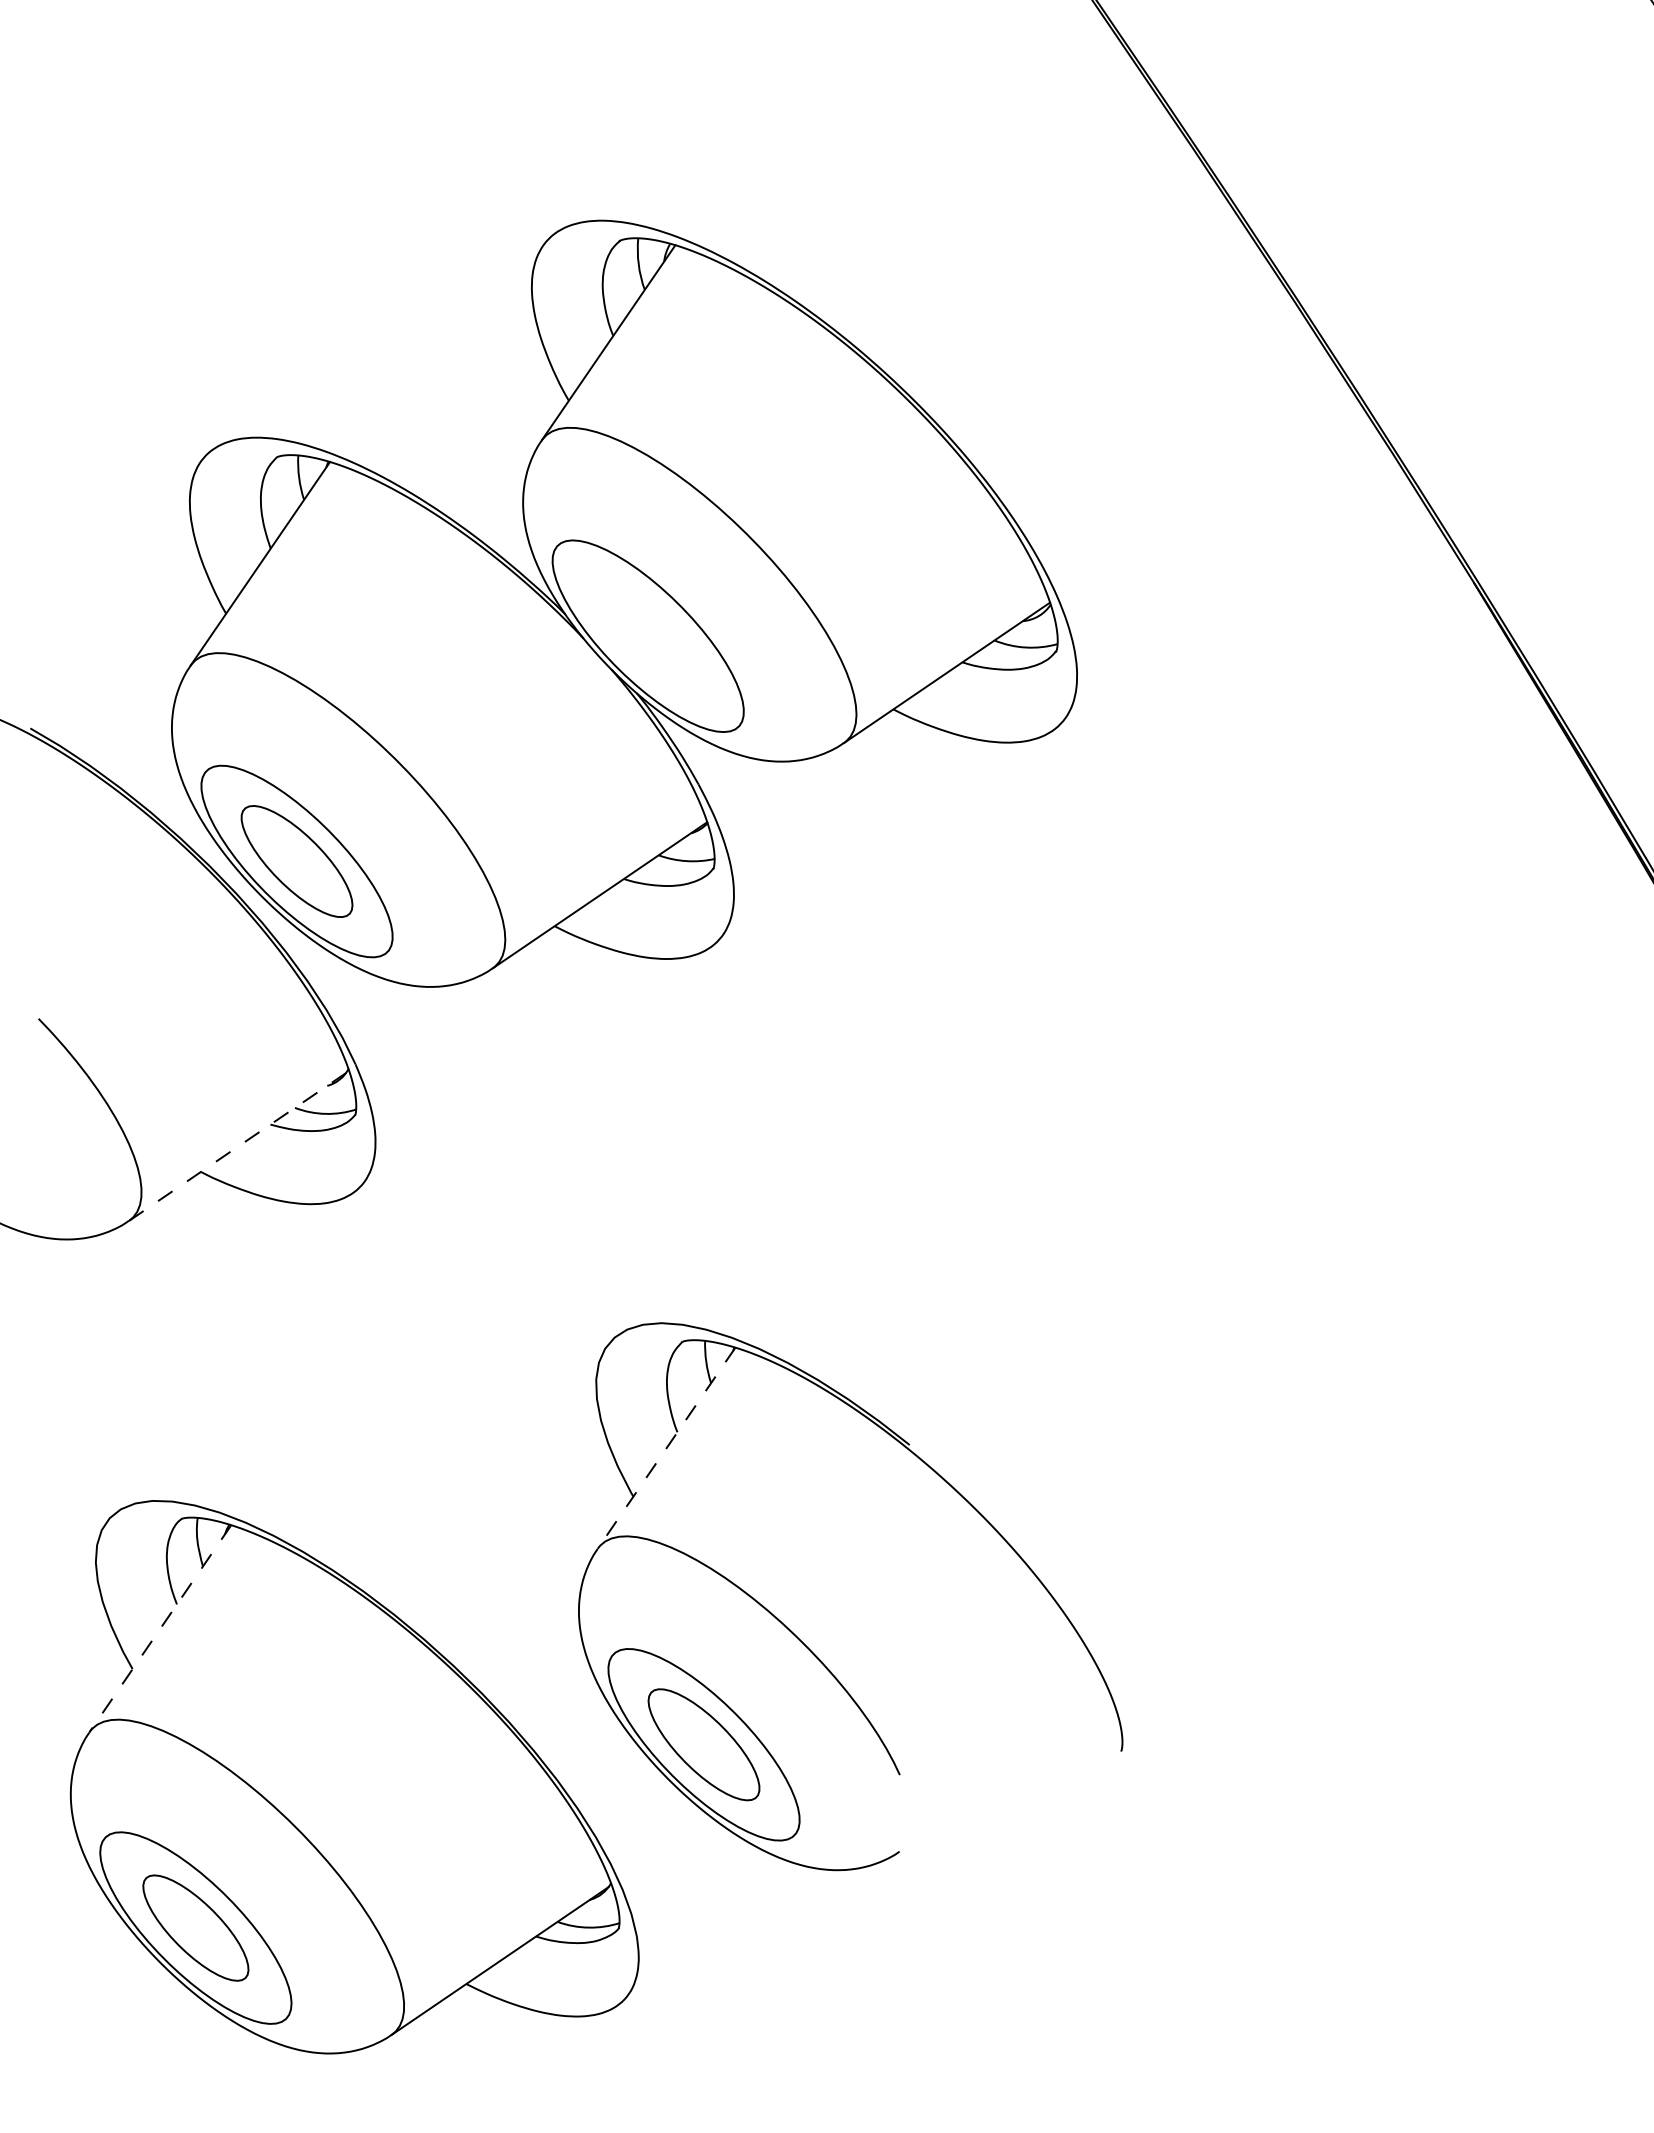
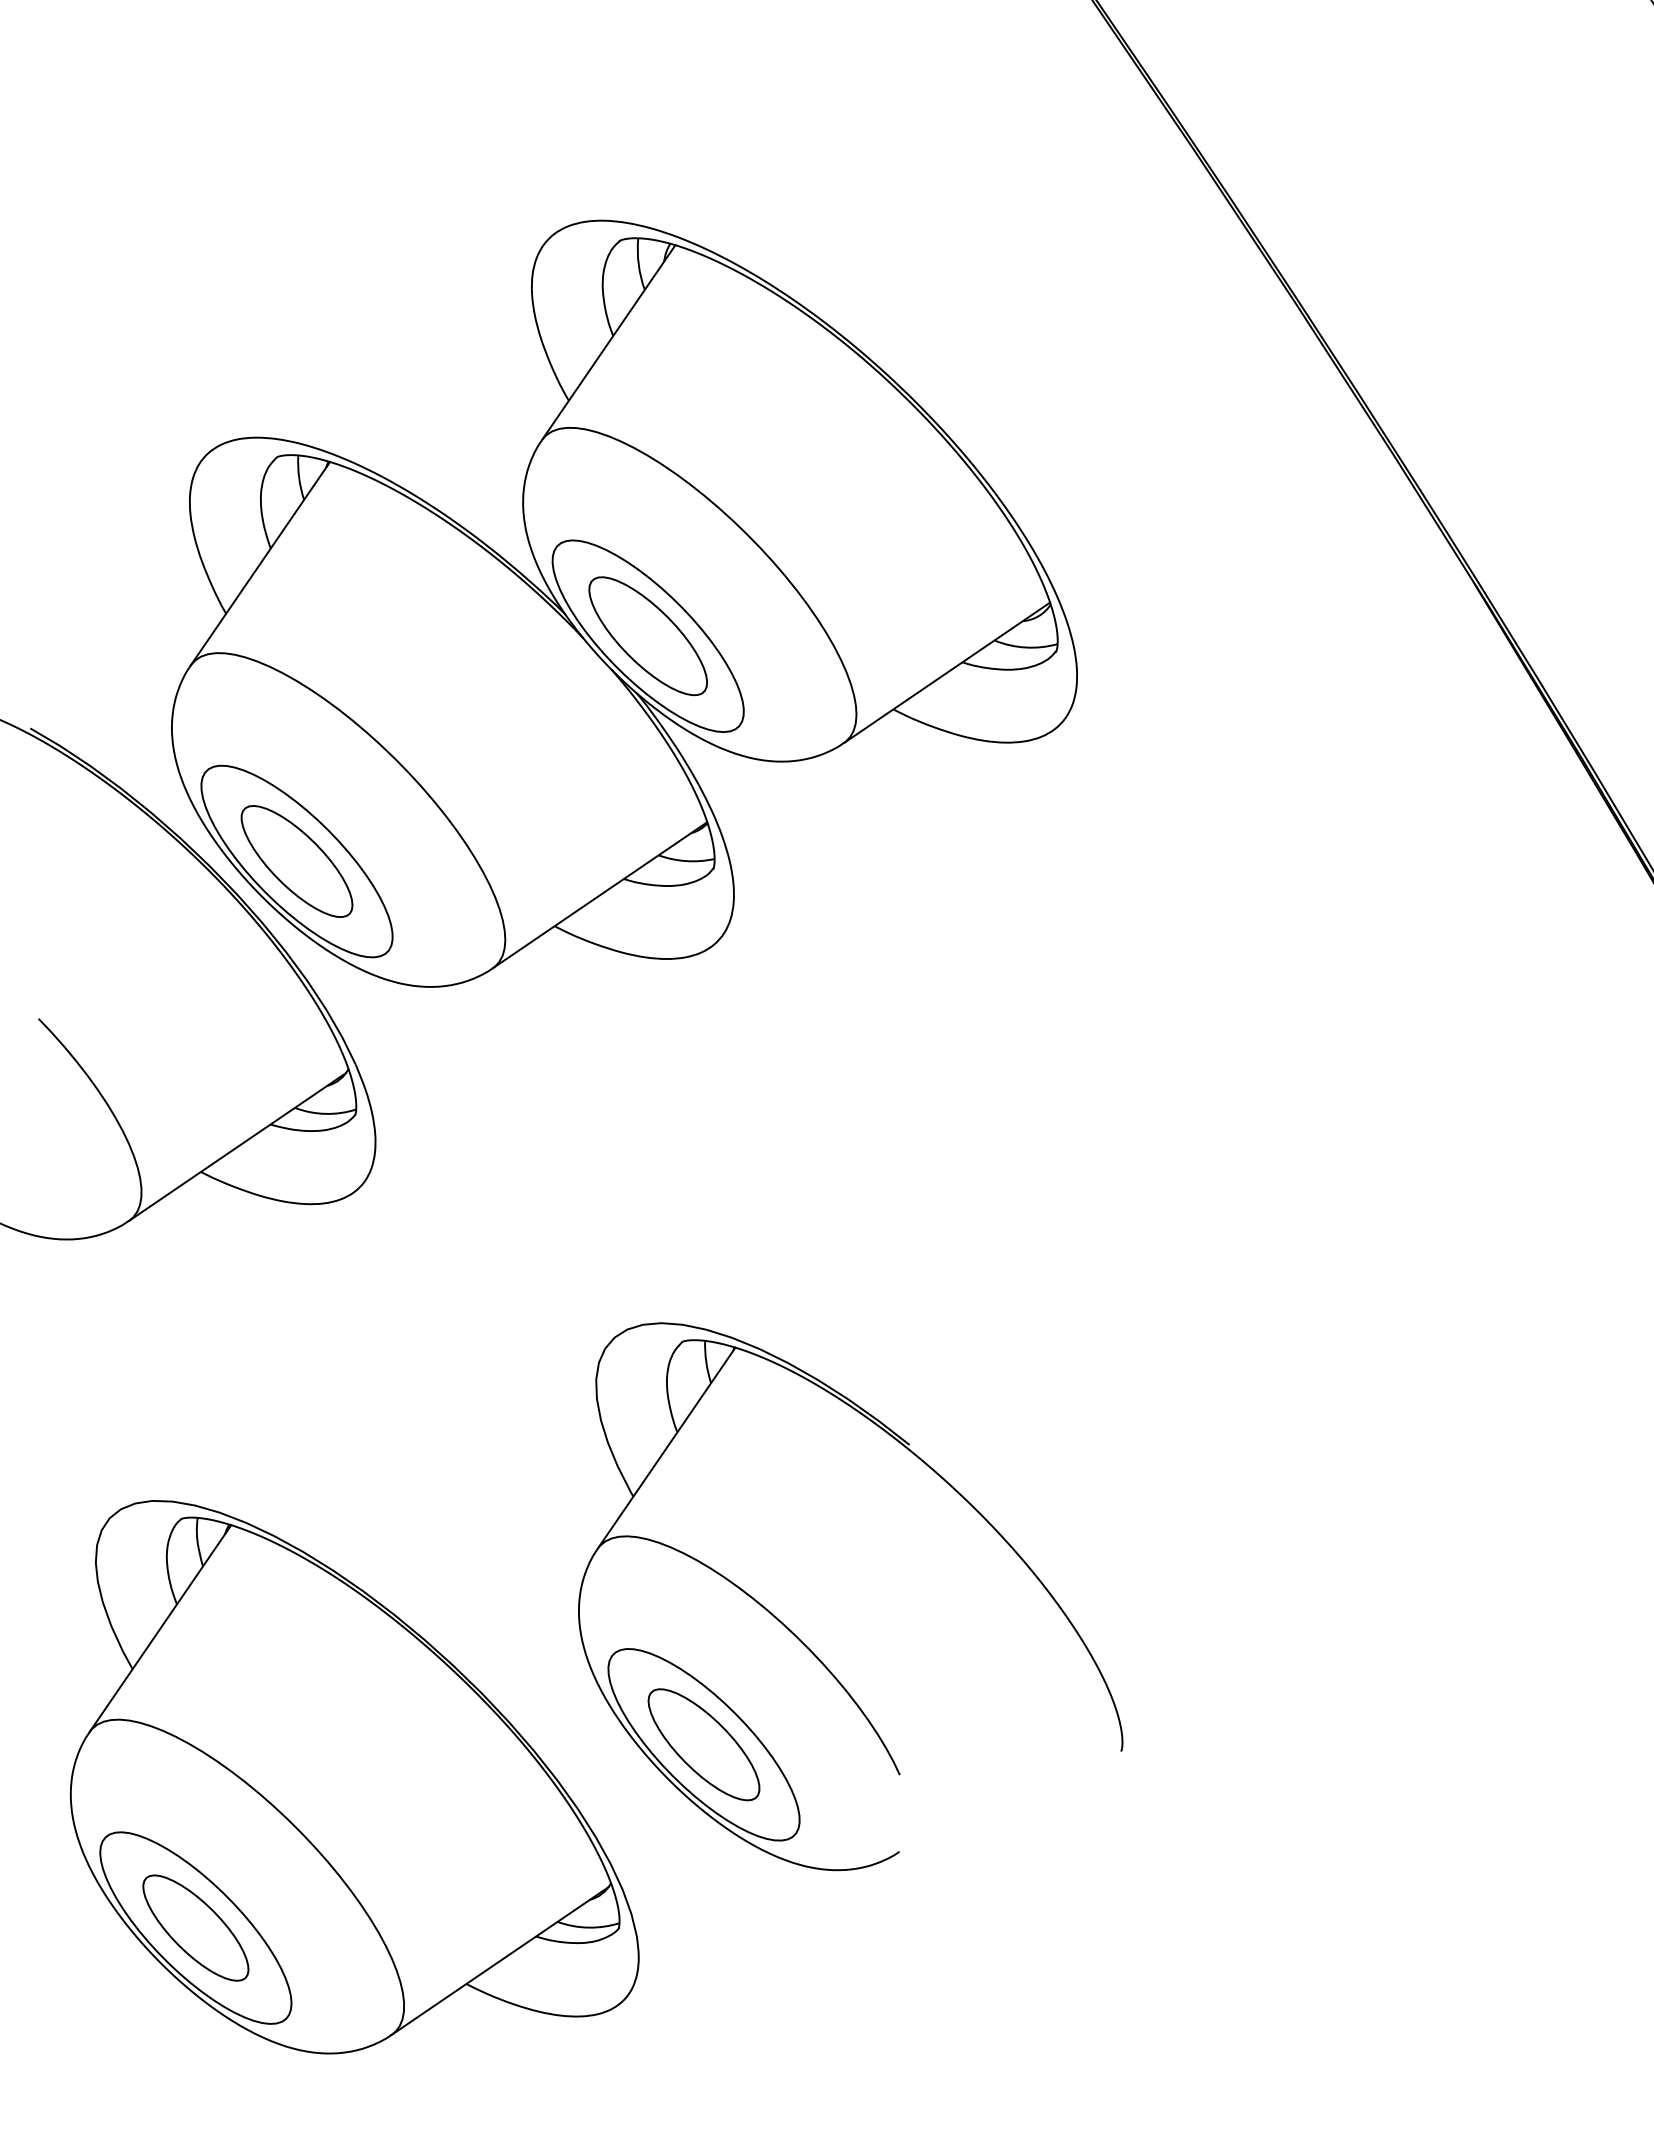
part at (647, 636): none -> present
line at (237, 1146): dashed -> solid
line at (666, 1448): dashed -> solid
line at (160, 1629): dashed -> solid
